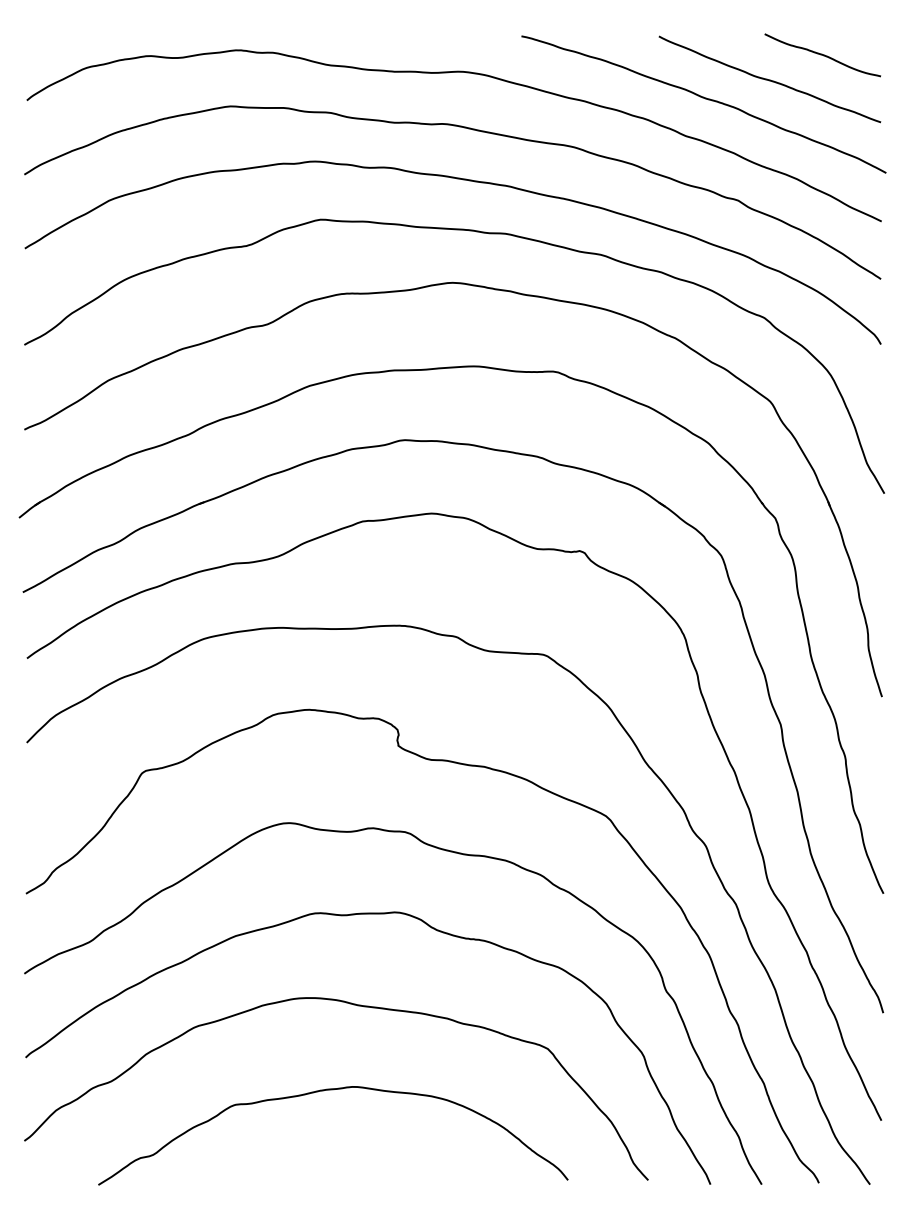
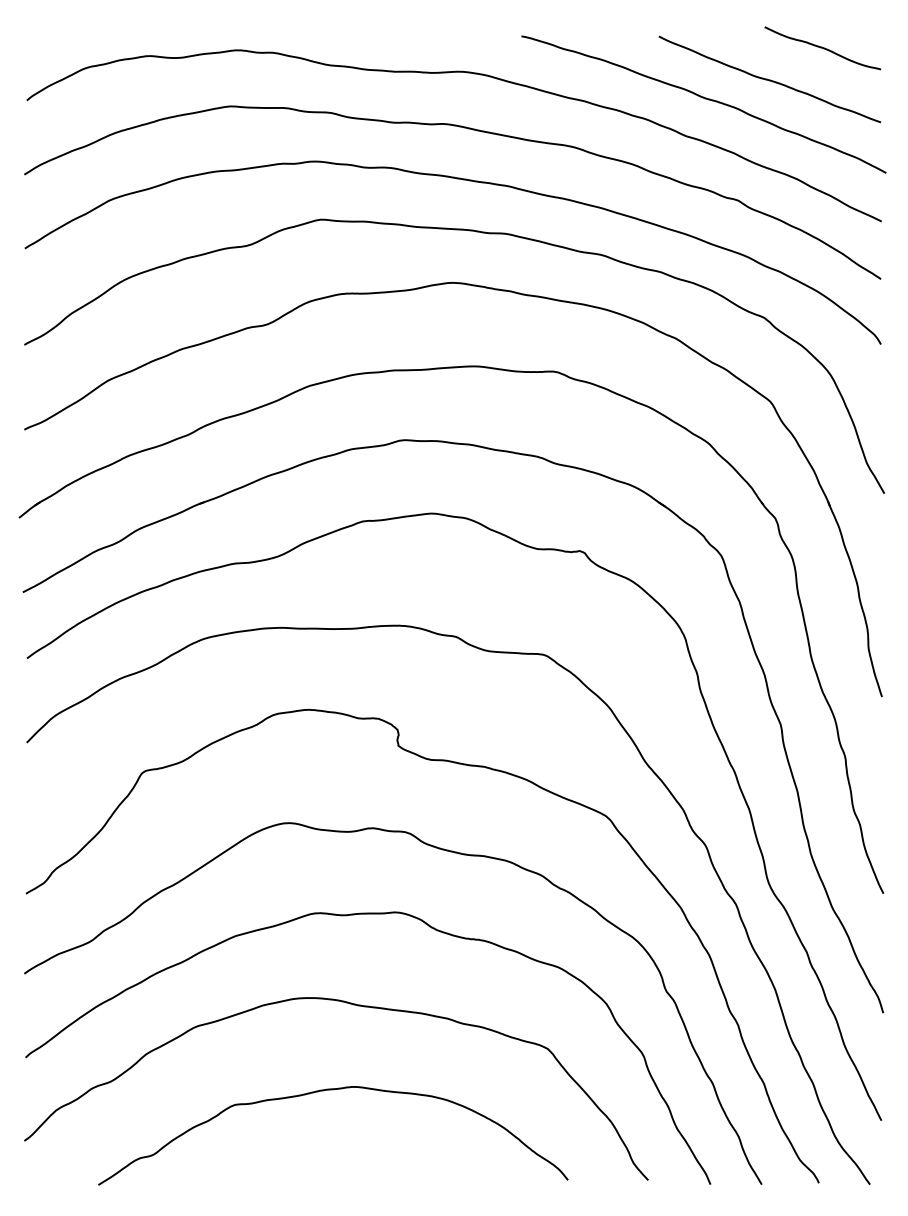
curve at (822, 55) position: (822, 55) -> (822, 48)
